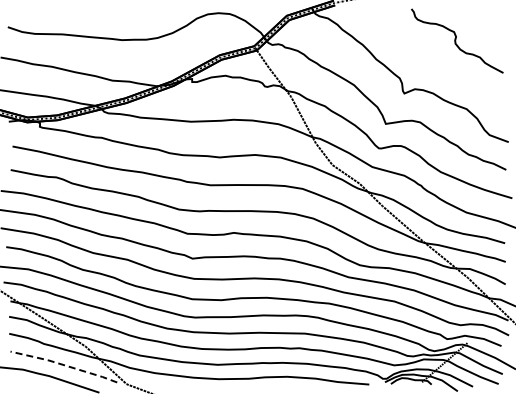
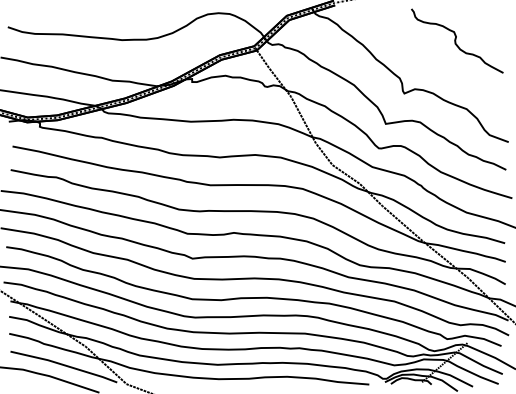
line at (64, 365): dashed -> solid
